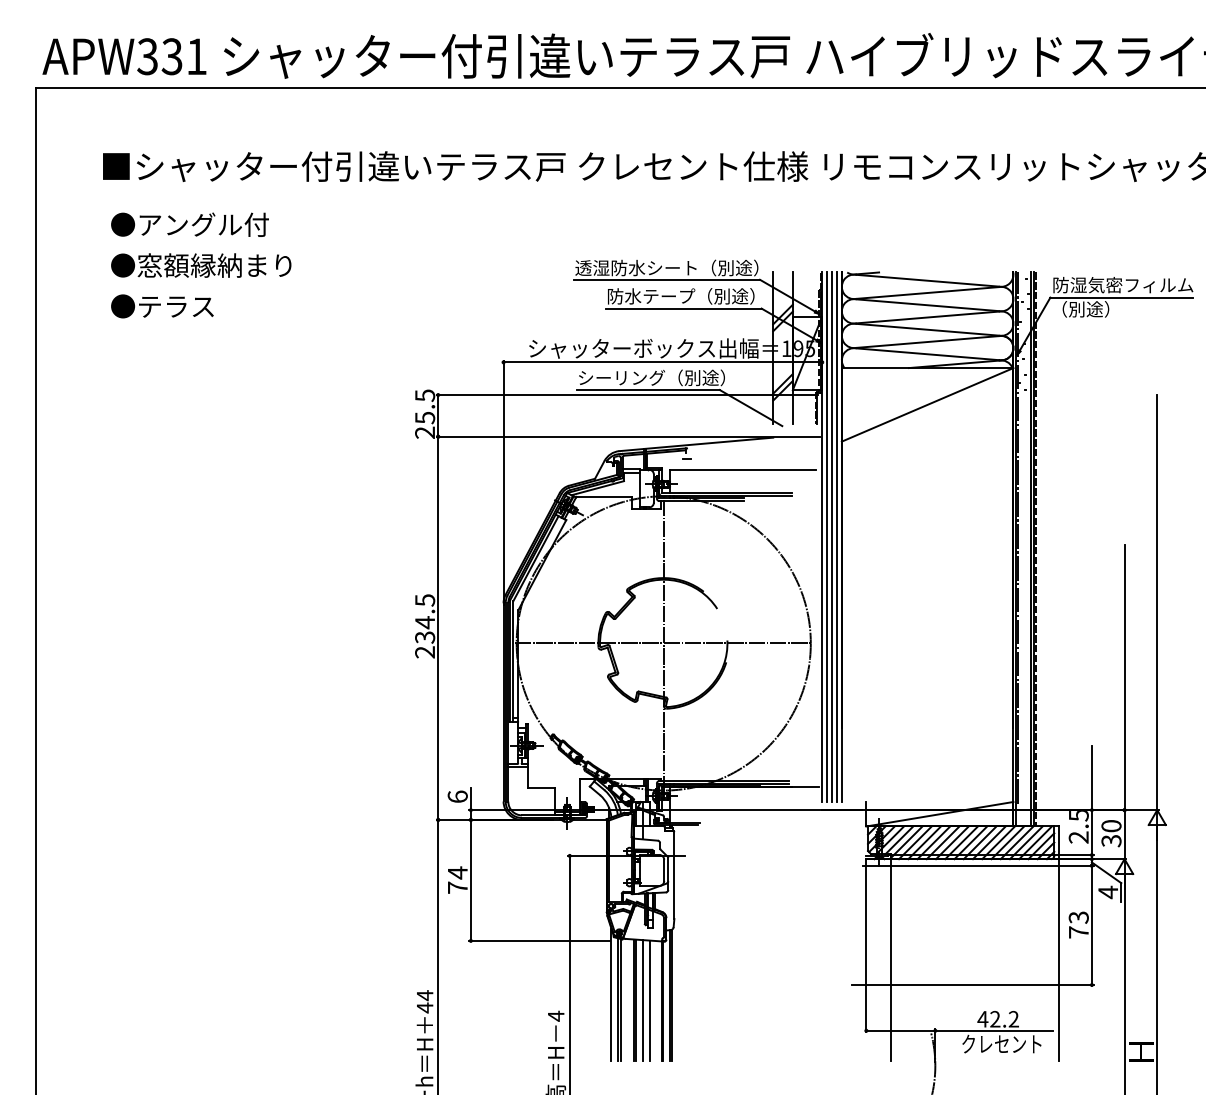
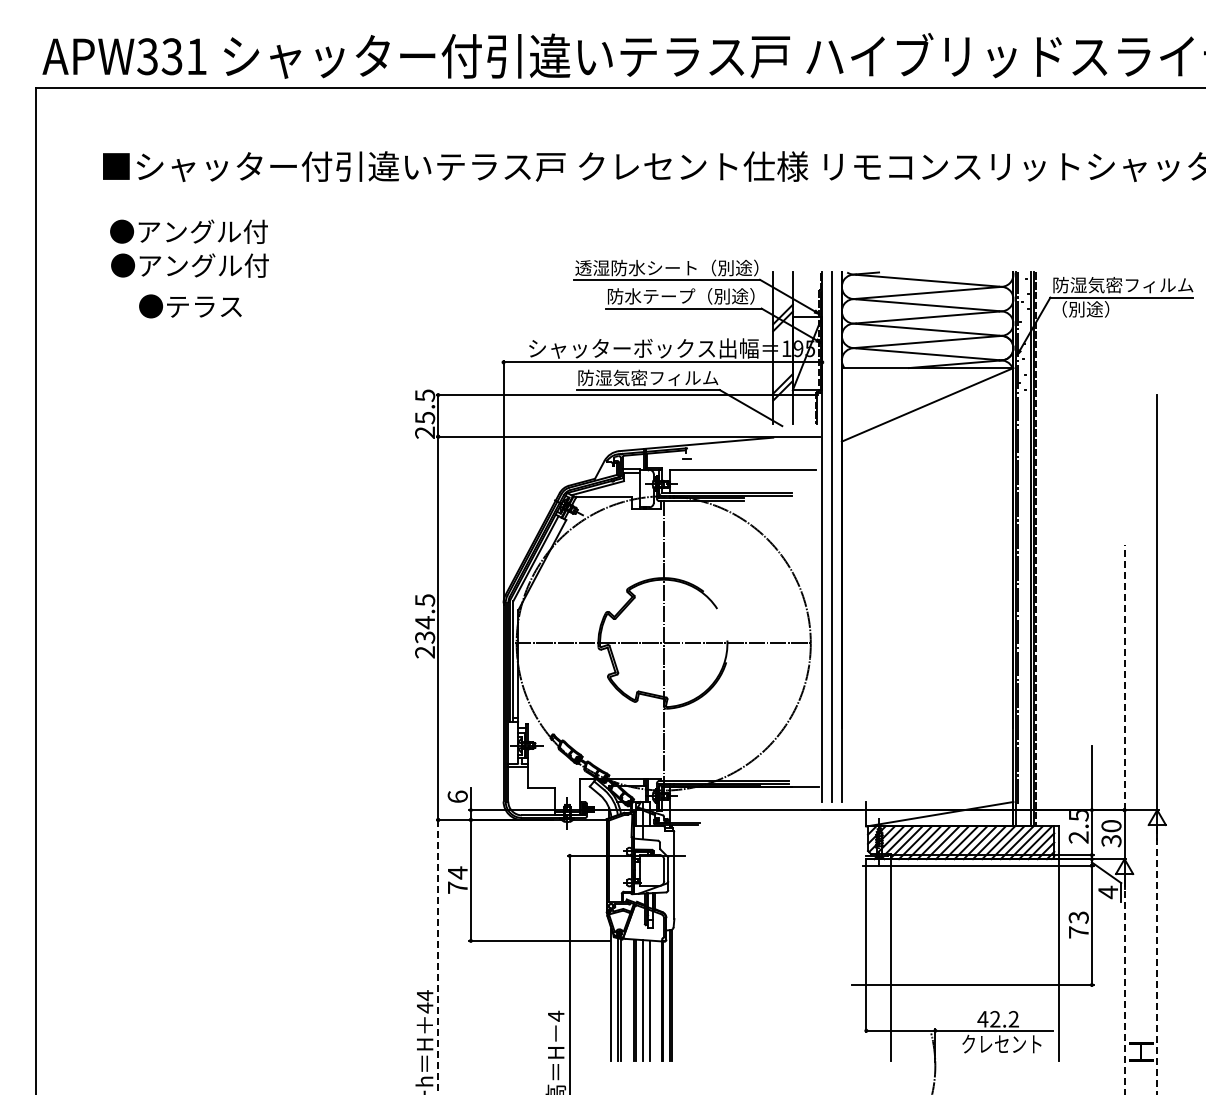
text at (189, 224) position: (189, 224) -> (188, 231)
text at (214, 265): ●窓額縁納まり -> ●アングル付
text at (162, 306) position: (162, 306) -> (190, 306)
text at (651, 377): シーリング（別途） -> 防湿気密フィルム
line at (827, 536): present -> none
line at (836, 536): present -> none
line at (1124, 677): solid -> dashed
line at (438, 957): solid -> dashed
line at (1157, 961): solid -> dashed
line at (1124, 985): solid -> dashed
